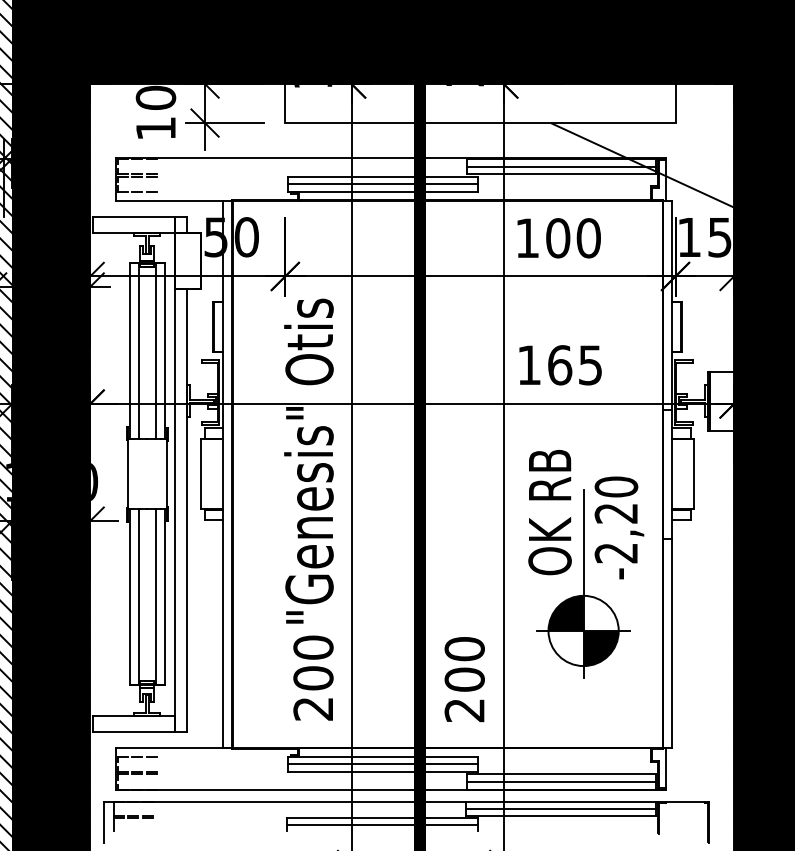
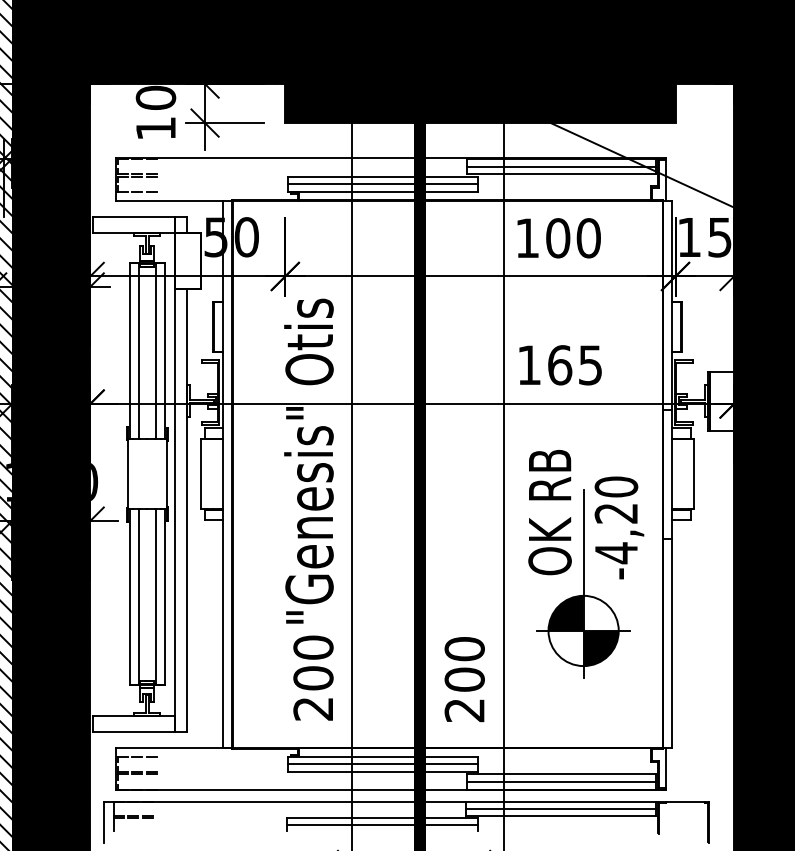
fill at (480, 103): none -> present
text at (615, 553): -2,20 -> -4,20
